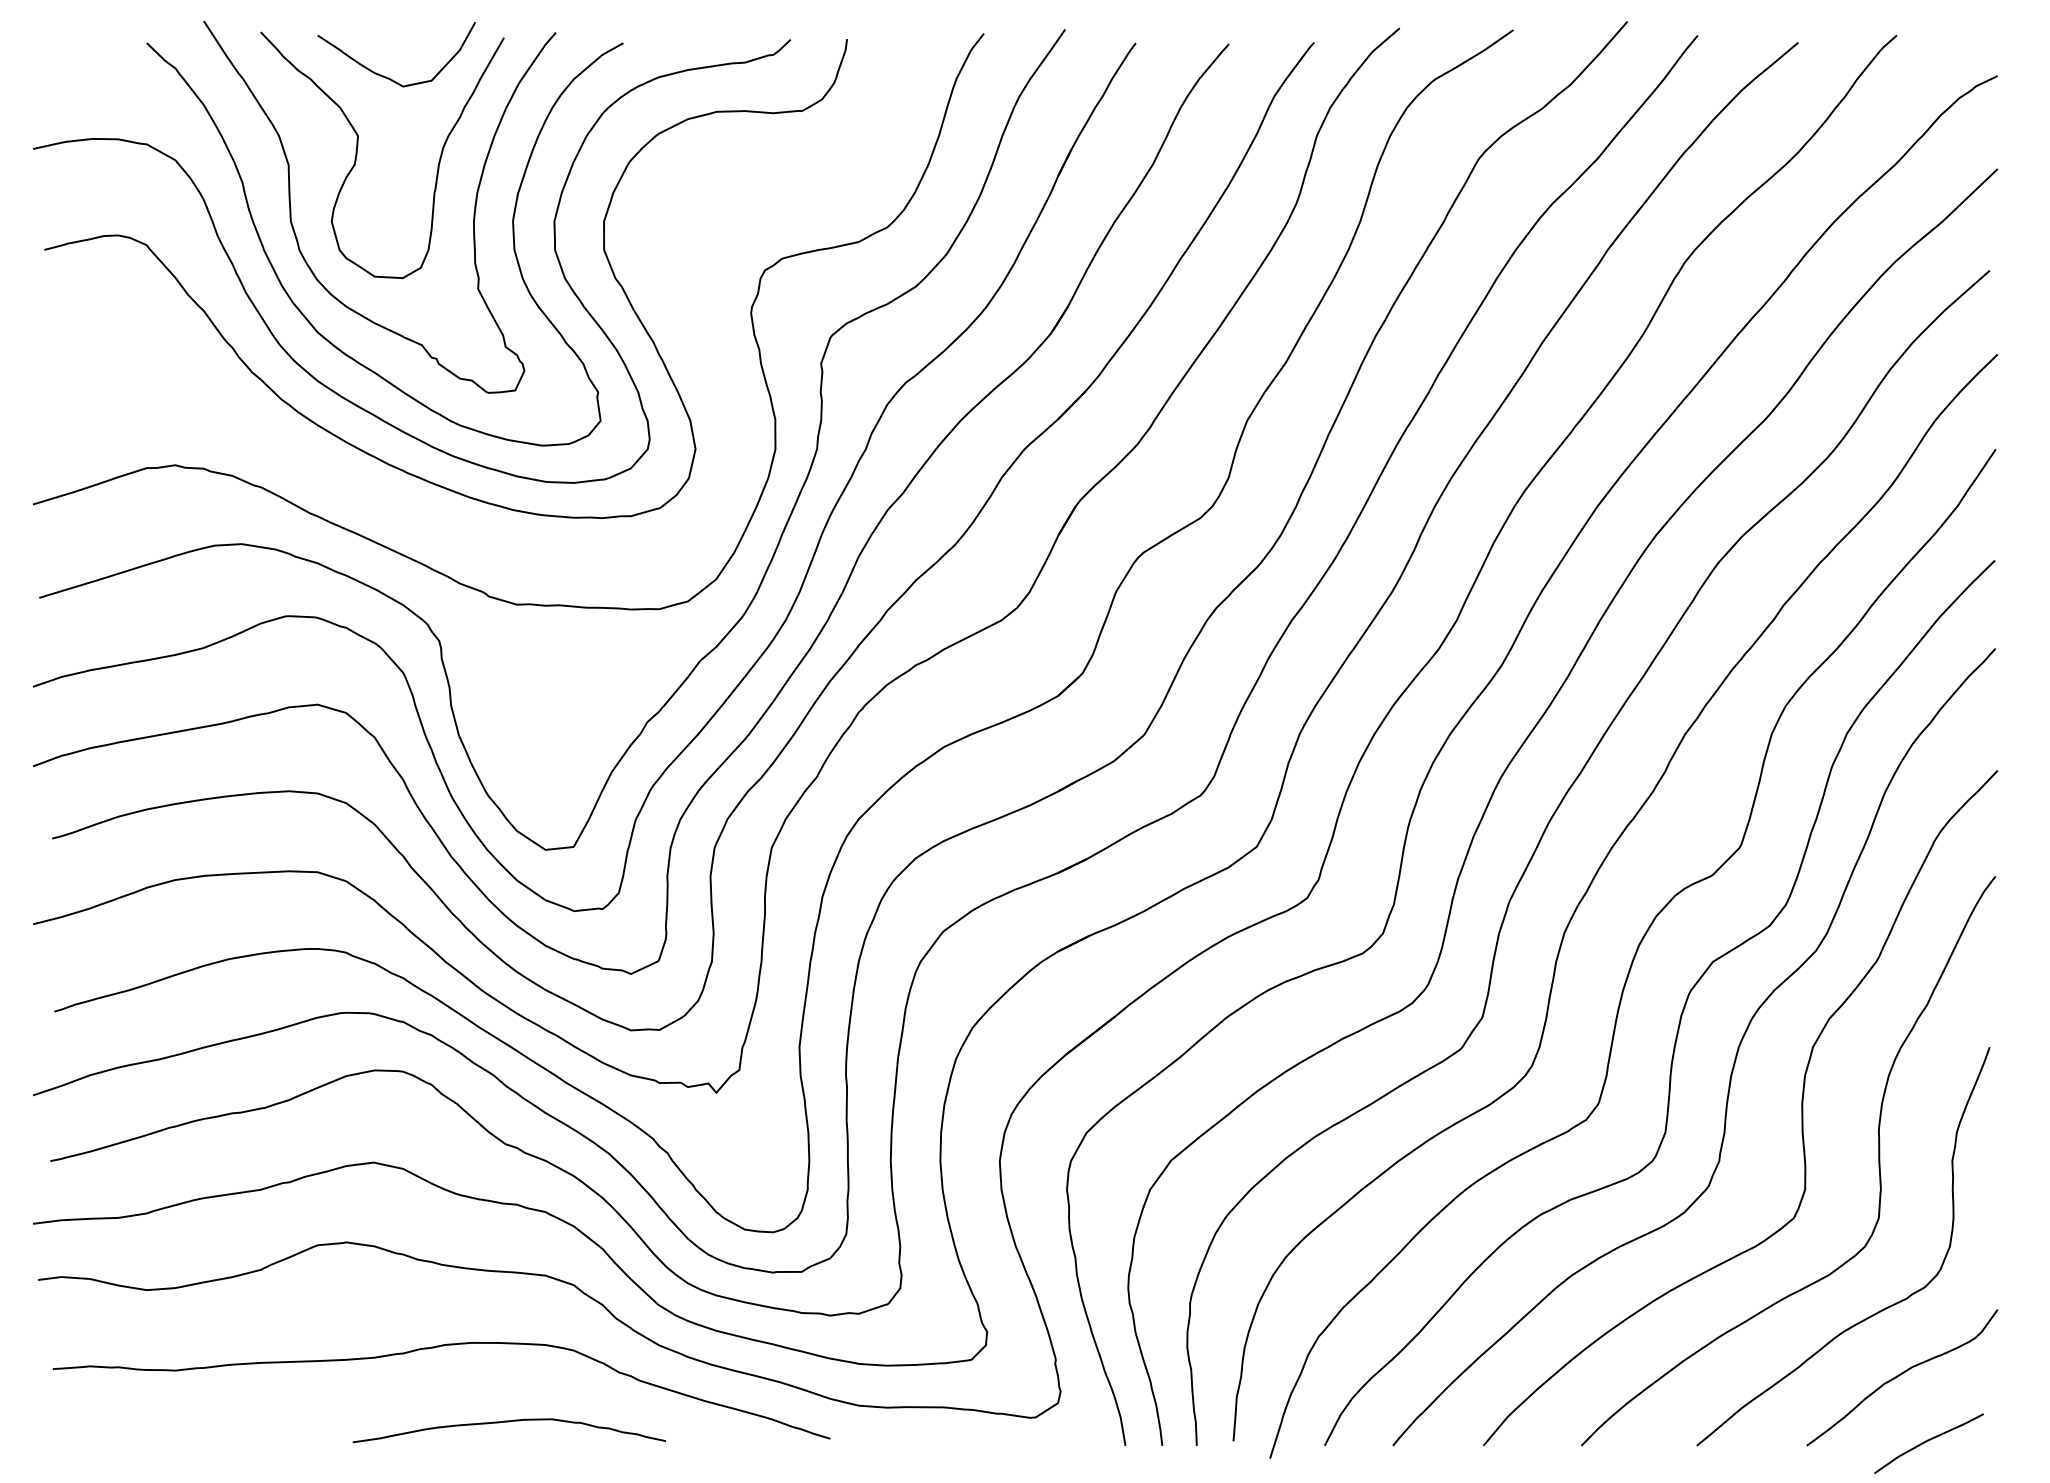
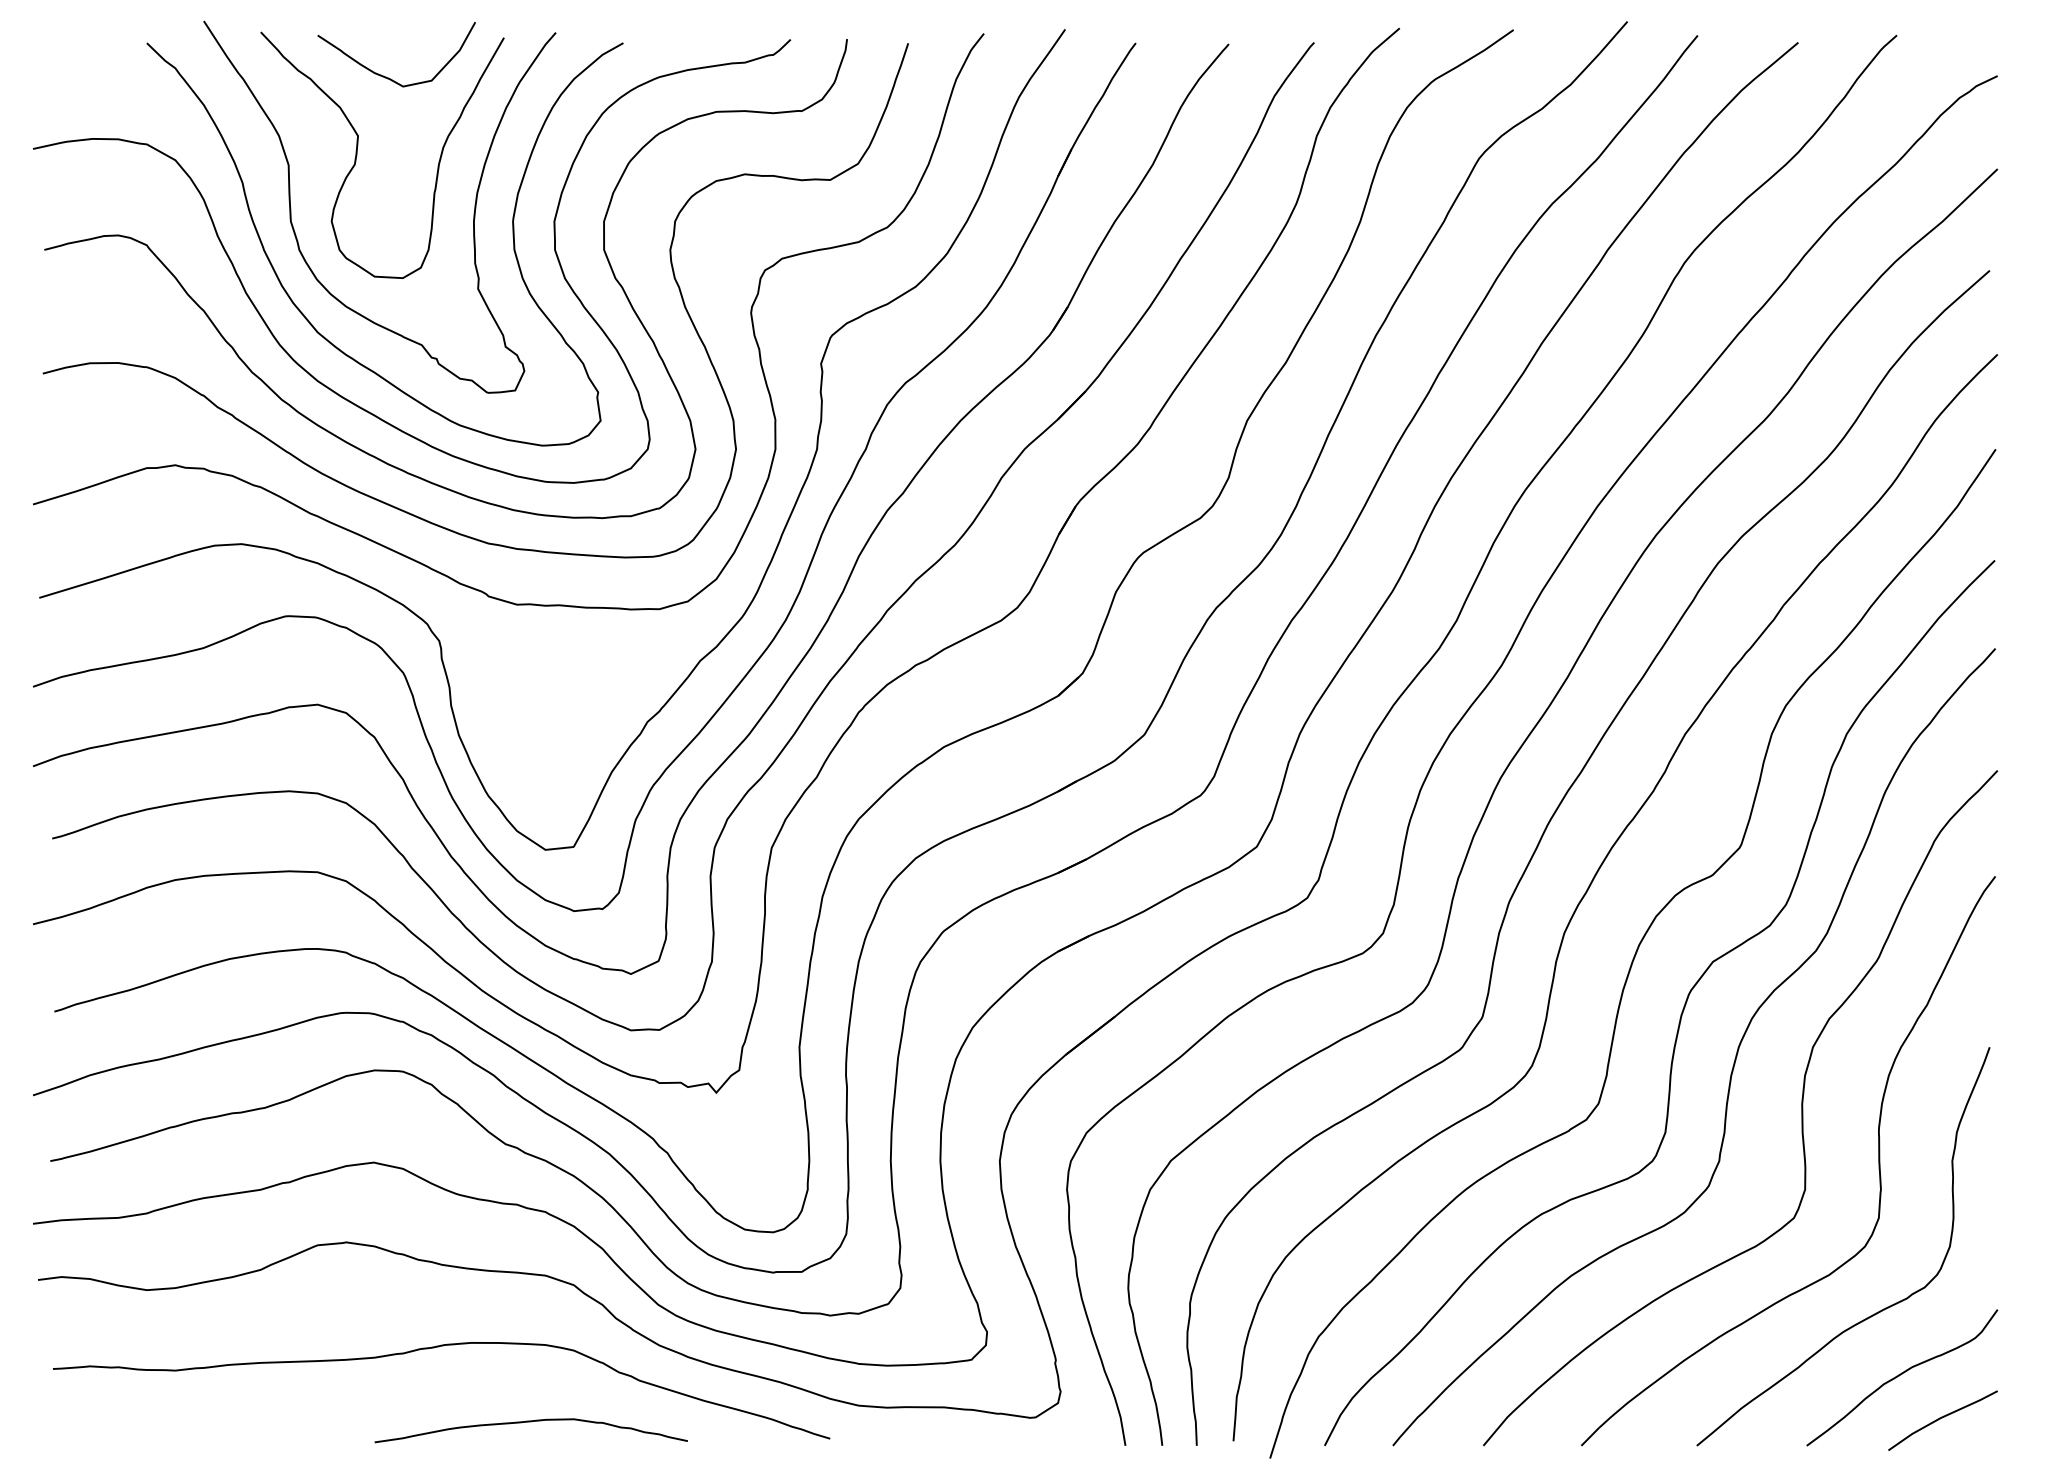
curve at (670, 264): none -> present
curve at (508, 1422) position: (508, 1422) -> (530, 1422)
line at (1928, 1441) position: (1928, 1441) -> (1942, 1418)
